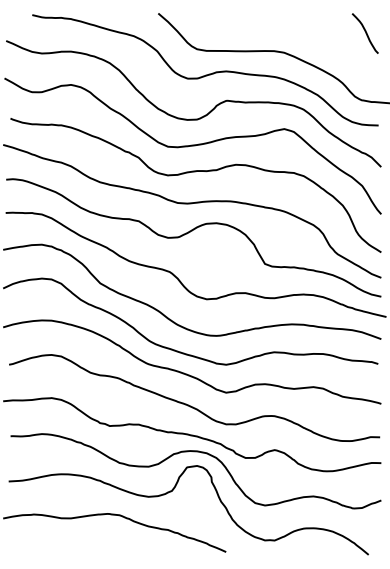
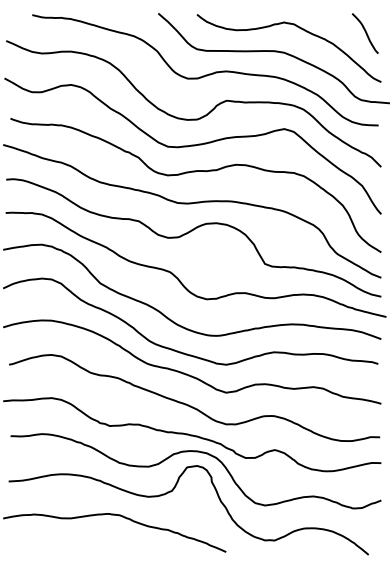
curve at (299, 28): none -> present
